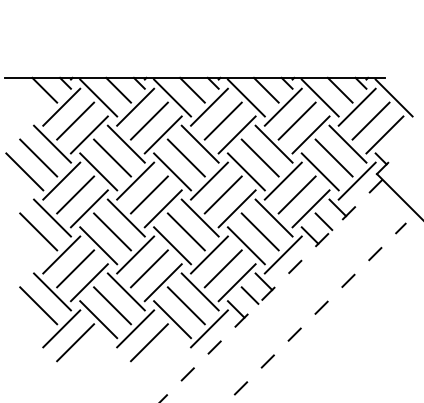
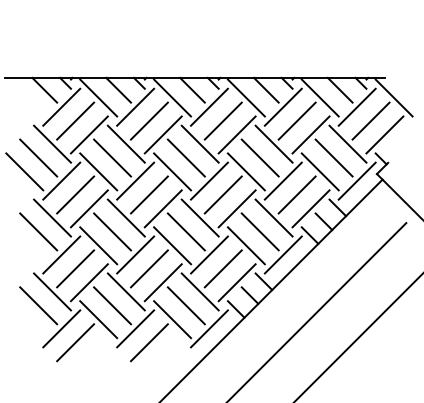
line at (271, 291): dashed -> solid
line at (316, 312): dashed -> solid
line at (358, 337): none -> present
